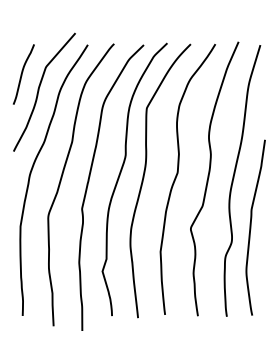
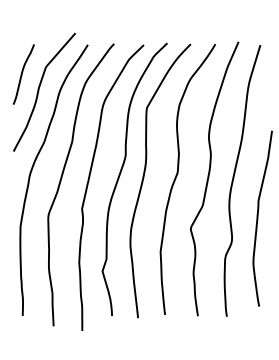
curve at (251, 227) position: (251, 227) -> (258, 218)
